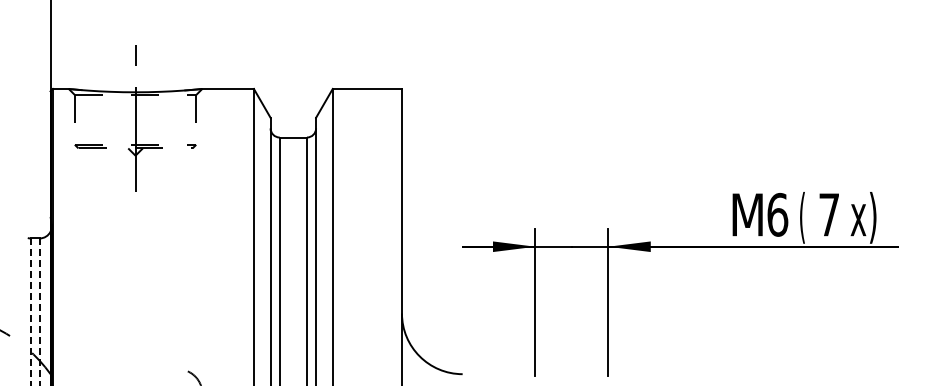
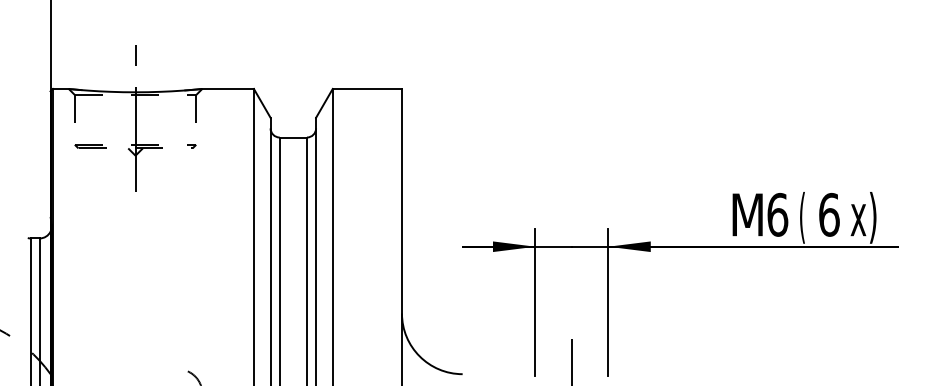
text at (829, 214): 7 -> 6
line at (30, 312): dashed -> solid
line at (39, 312): dashed -> solid
line at (571, 360): none -> present
